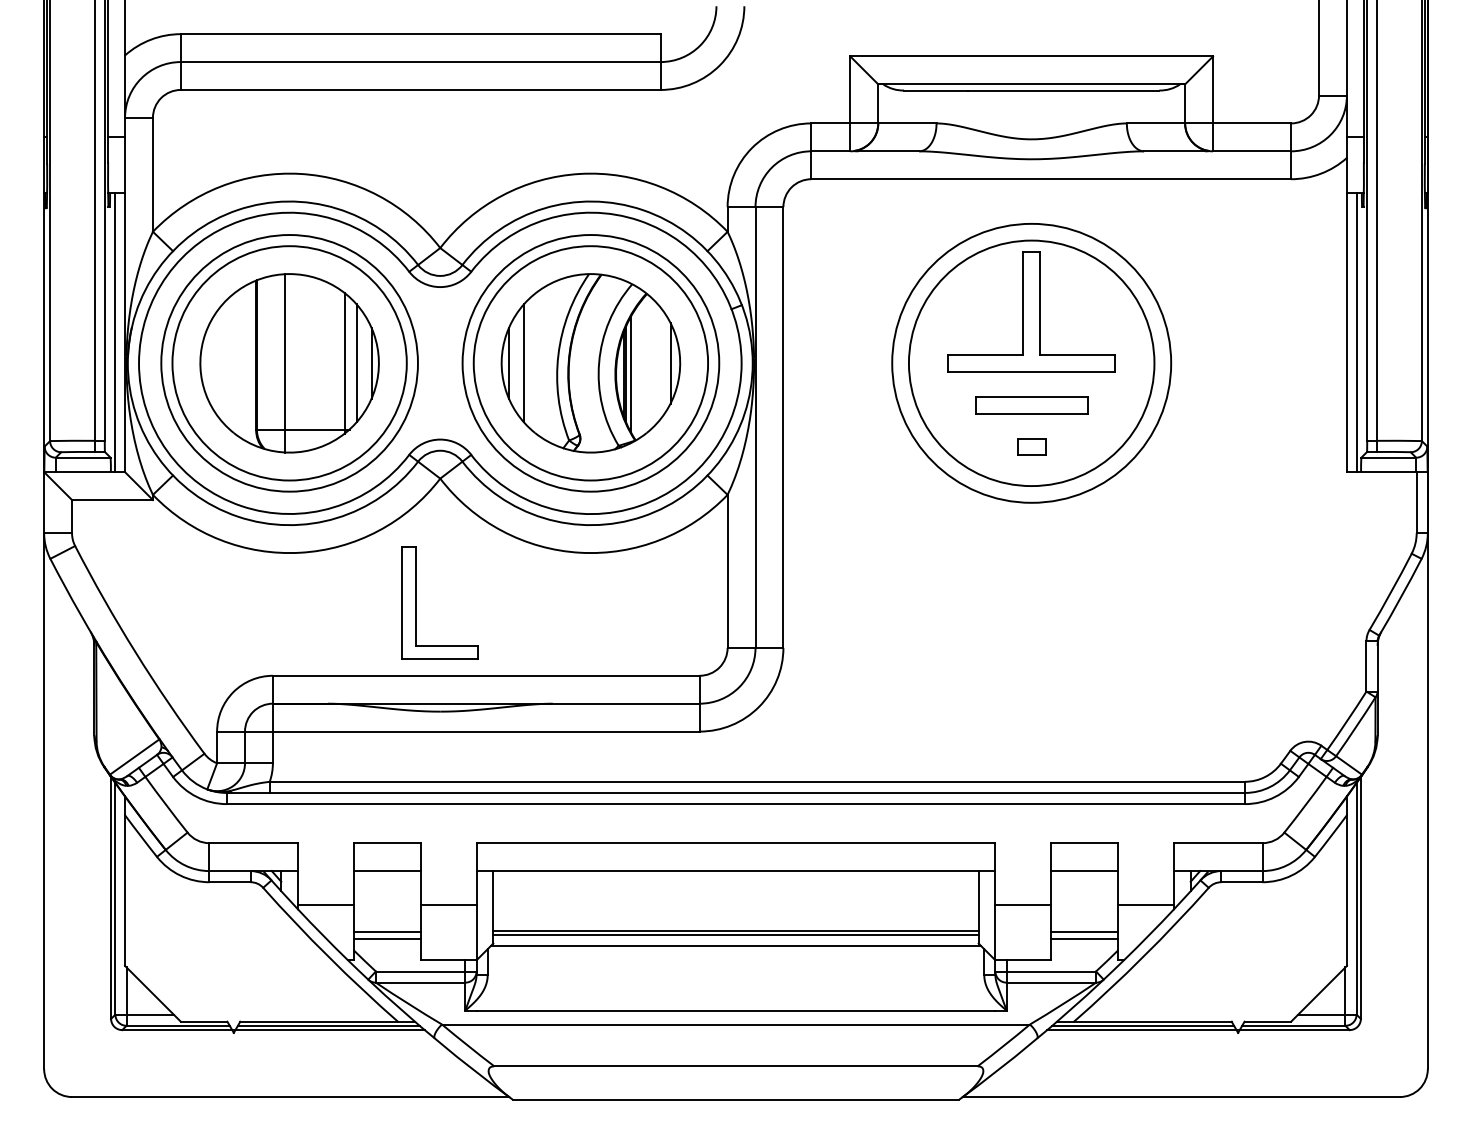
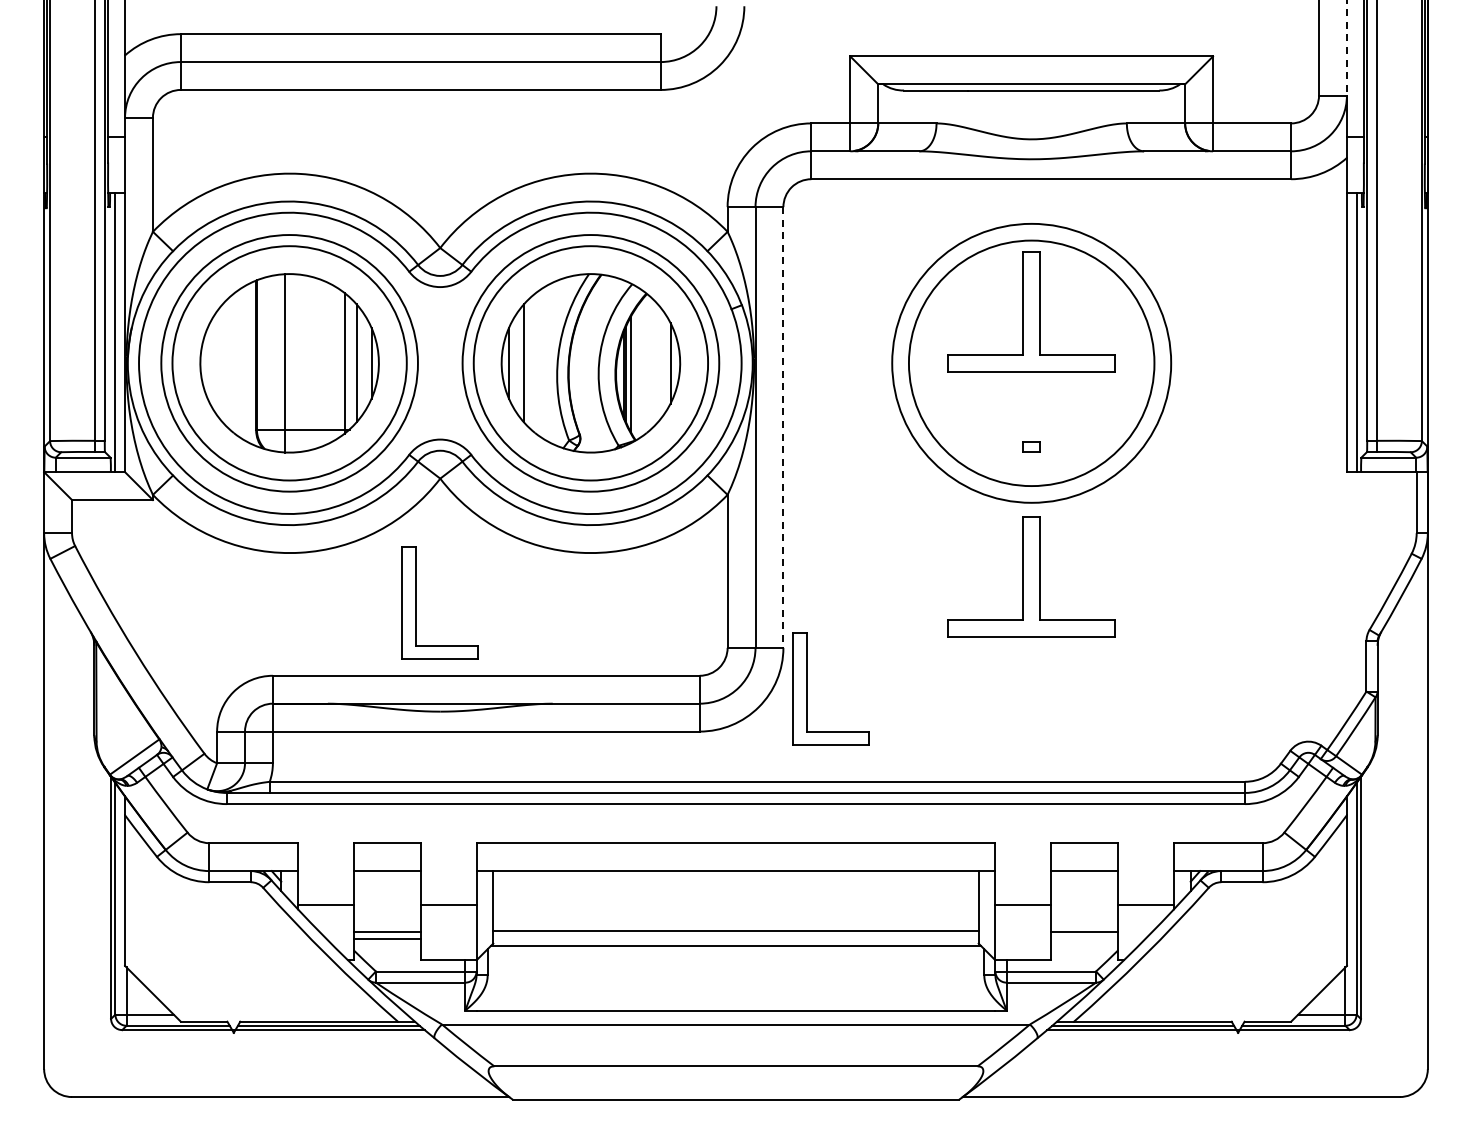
line at (1346, 48): solid -> dashed
part at (1031, 405): present -> none
line at (783, 428): solid -> dashed
part at (1031, 446) size: 30x18 px -> 19x12 px
part at (1031, 576): none -> present
part at (807, 688): none -> present
line at (735, 934): present -> none
line at (1084, 938): present -> none
